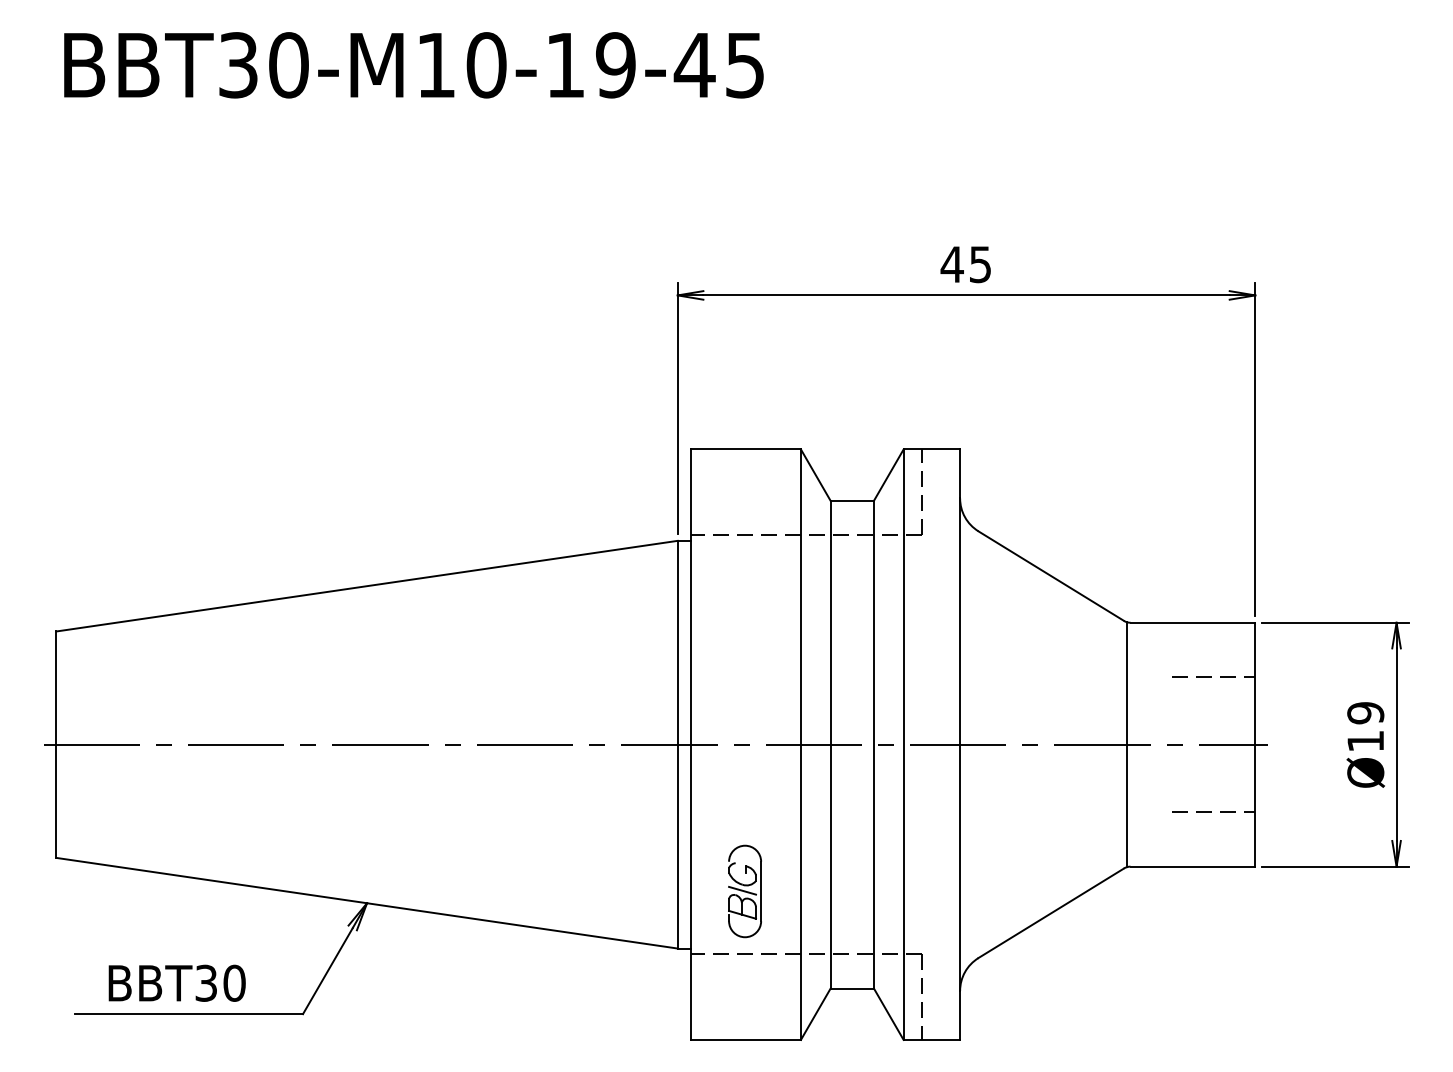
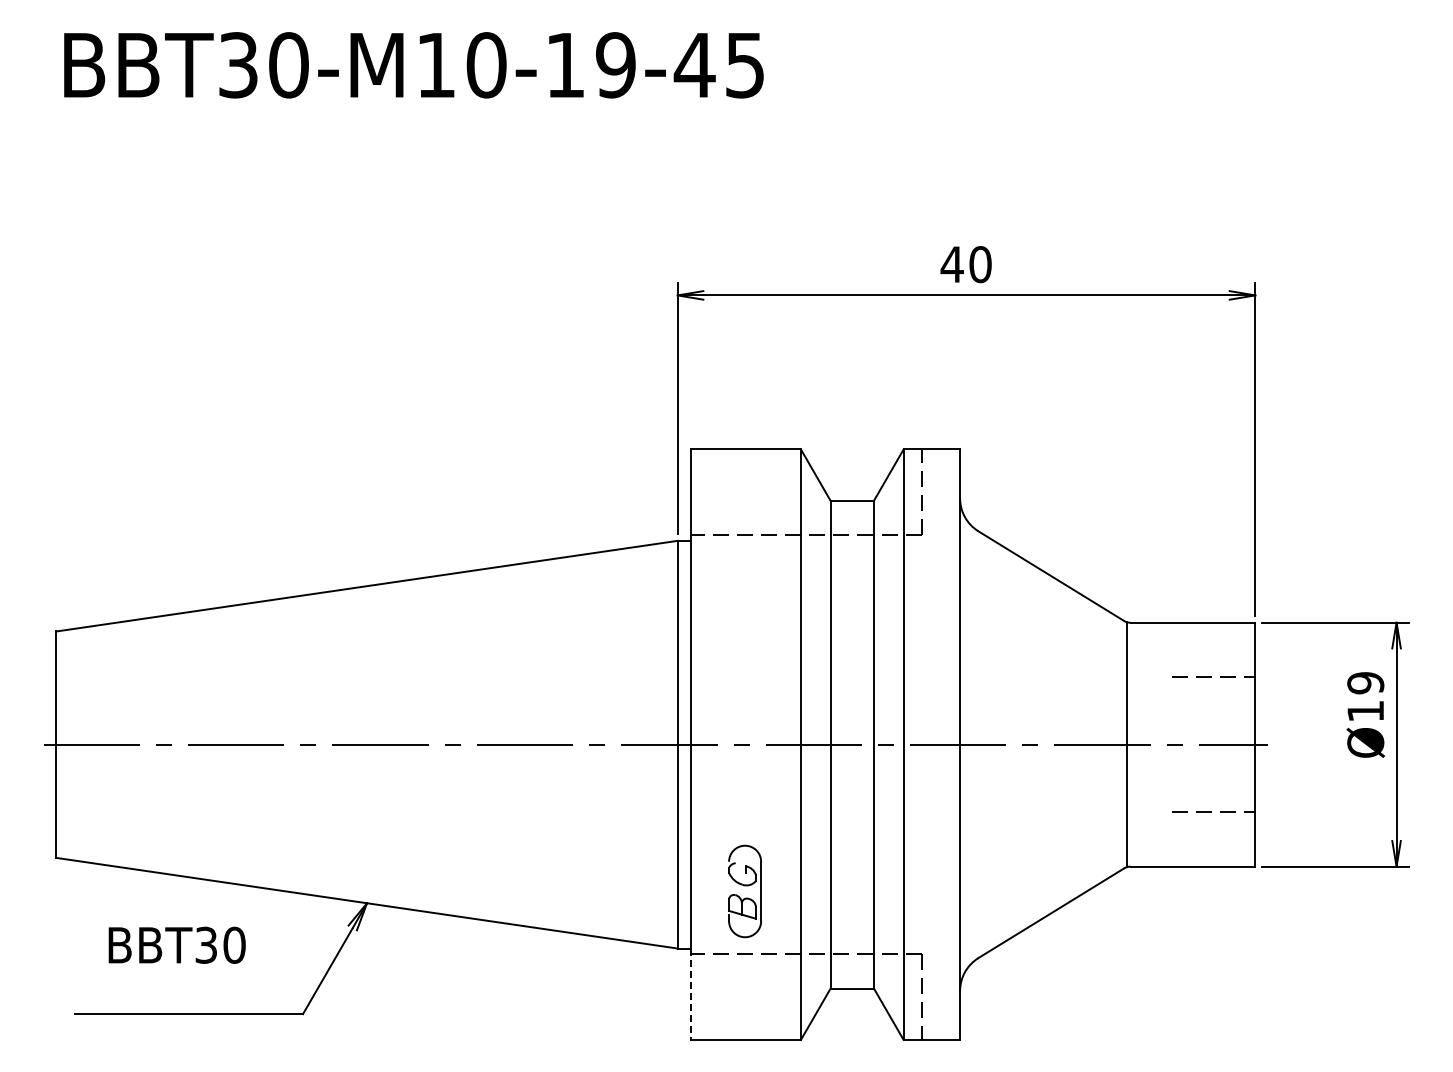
text at (980, 264): 45 -> 40
text at (1365, 744) position: (1365, 744) -> (1365, 714)
line at (742, 890): present -> none
text at (176, 982) position: (176, 982) -> (176, 944)
line at (690, 994): solid -> dashed
